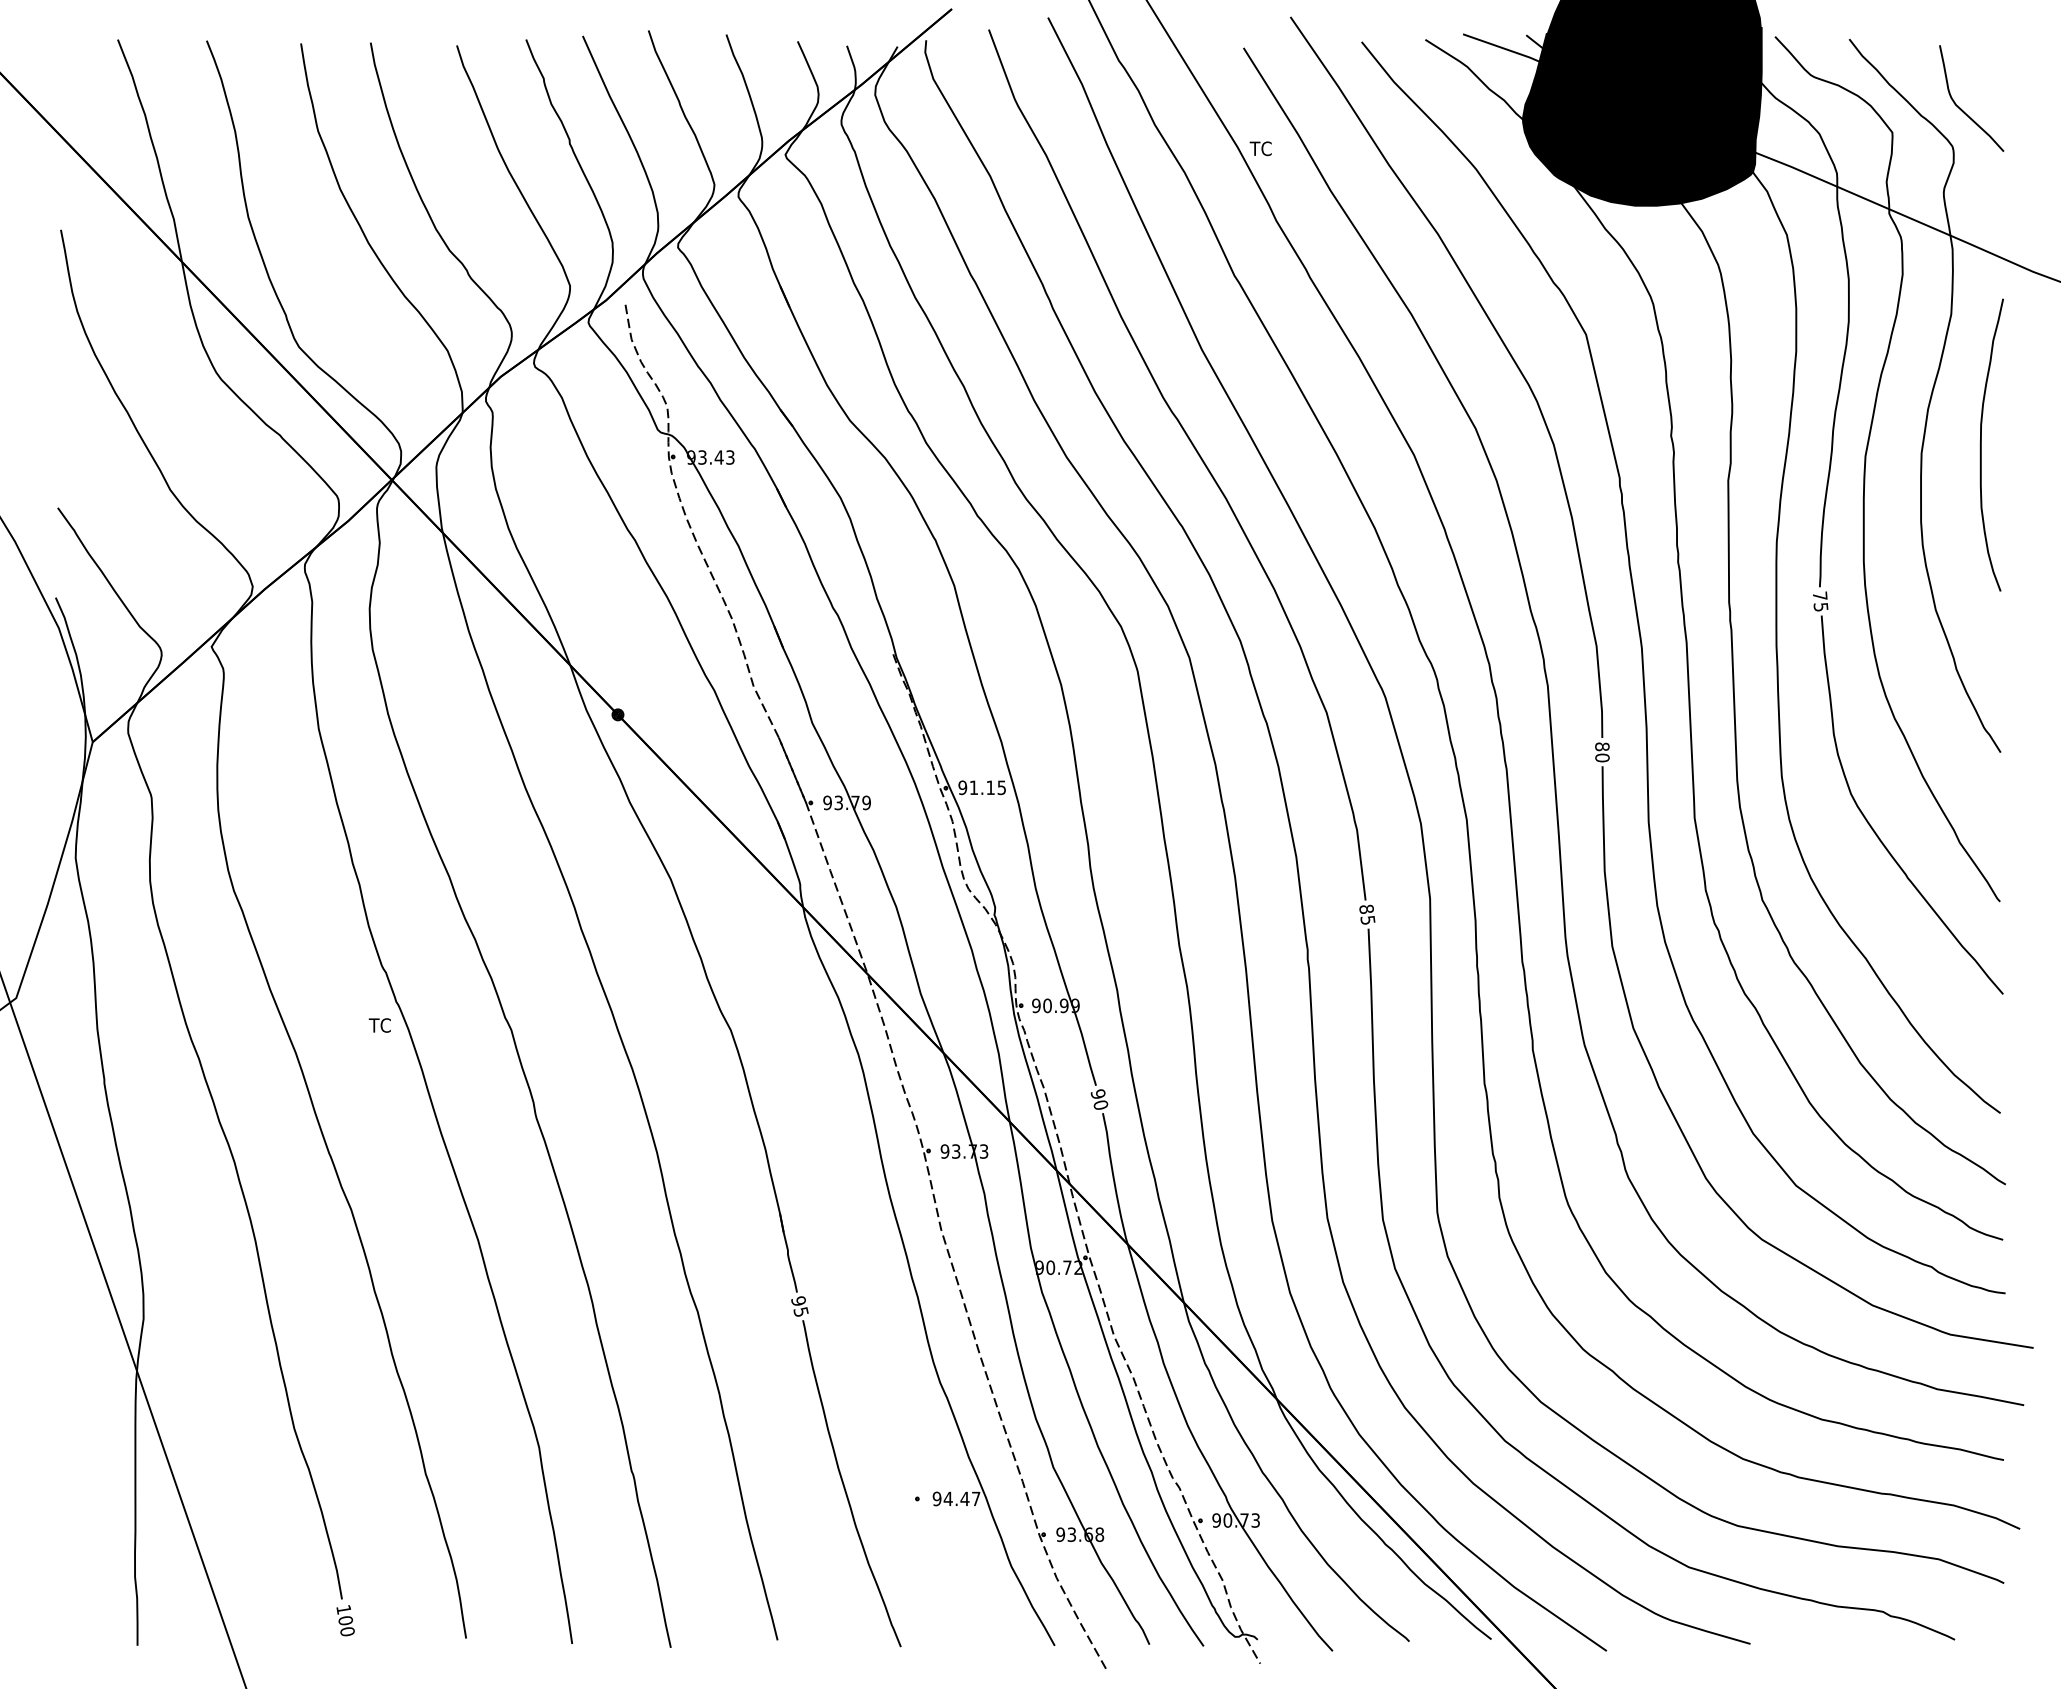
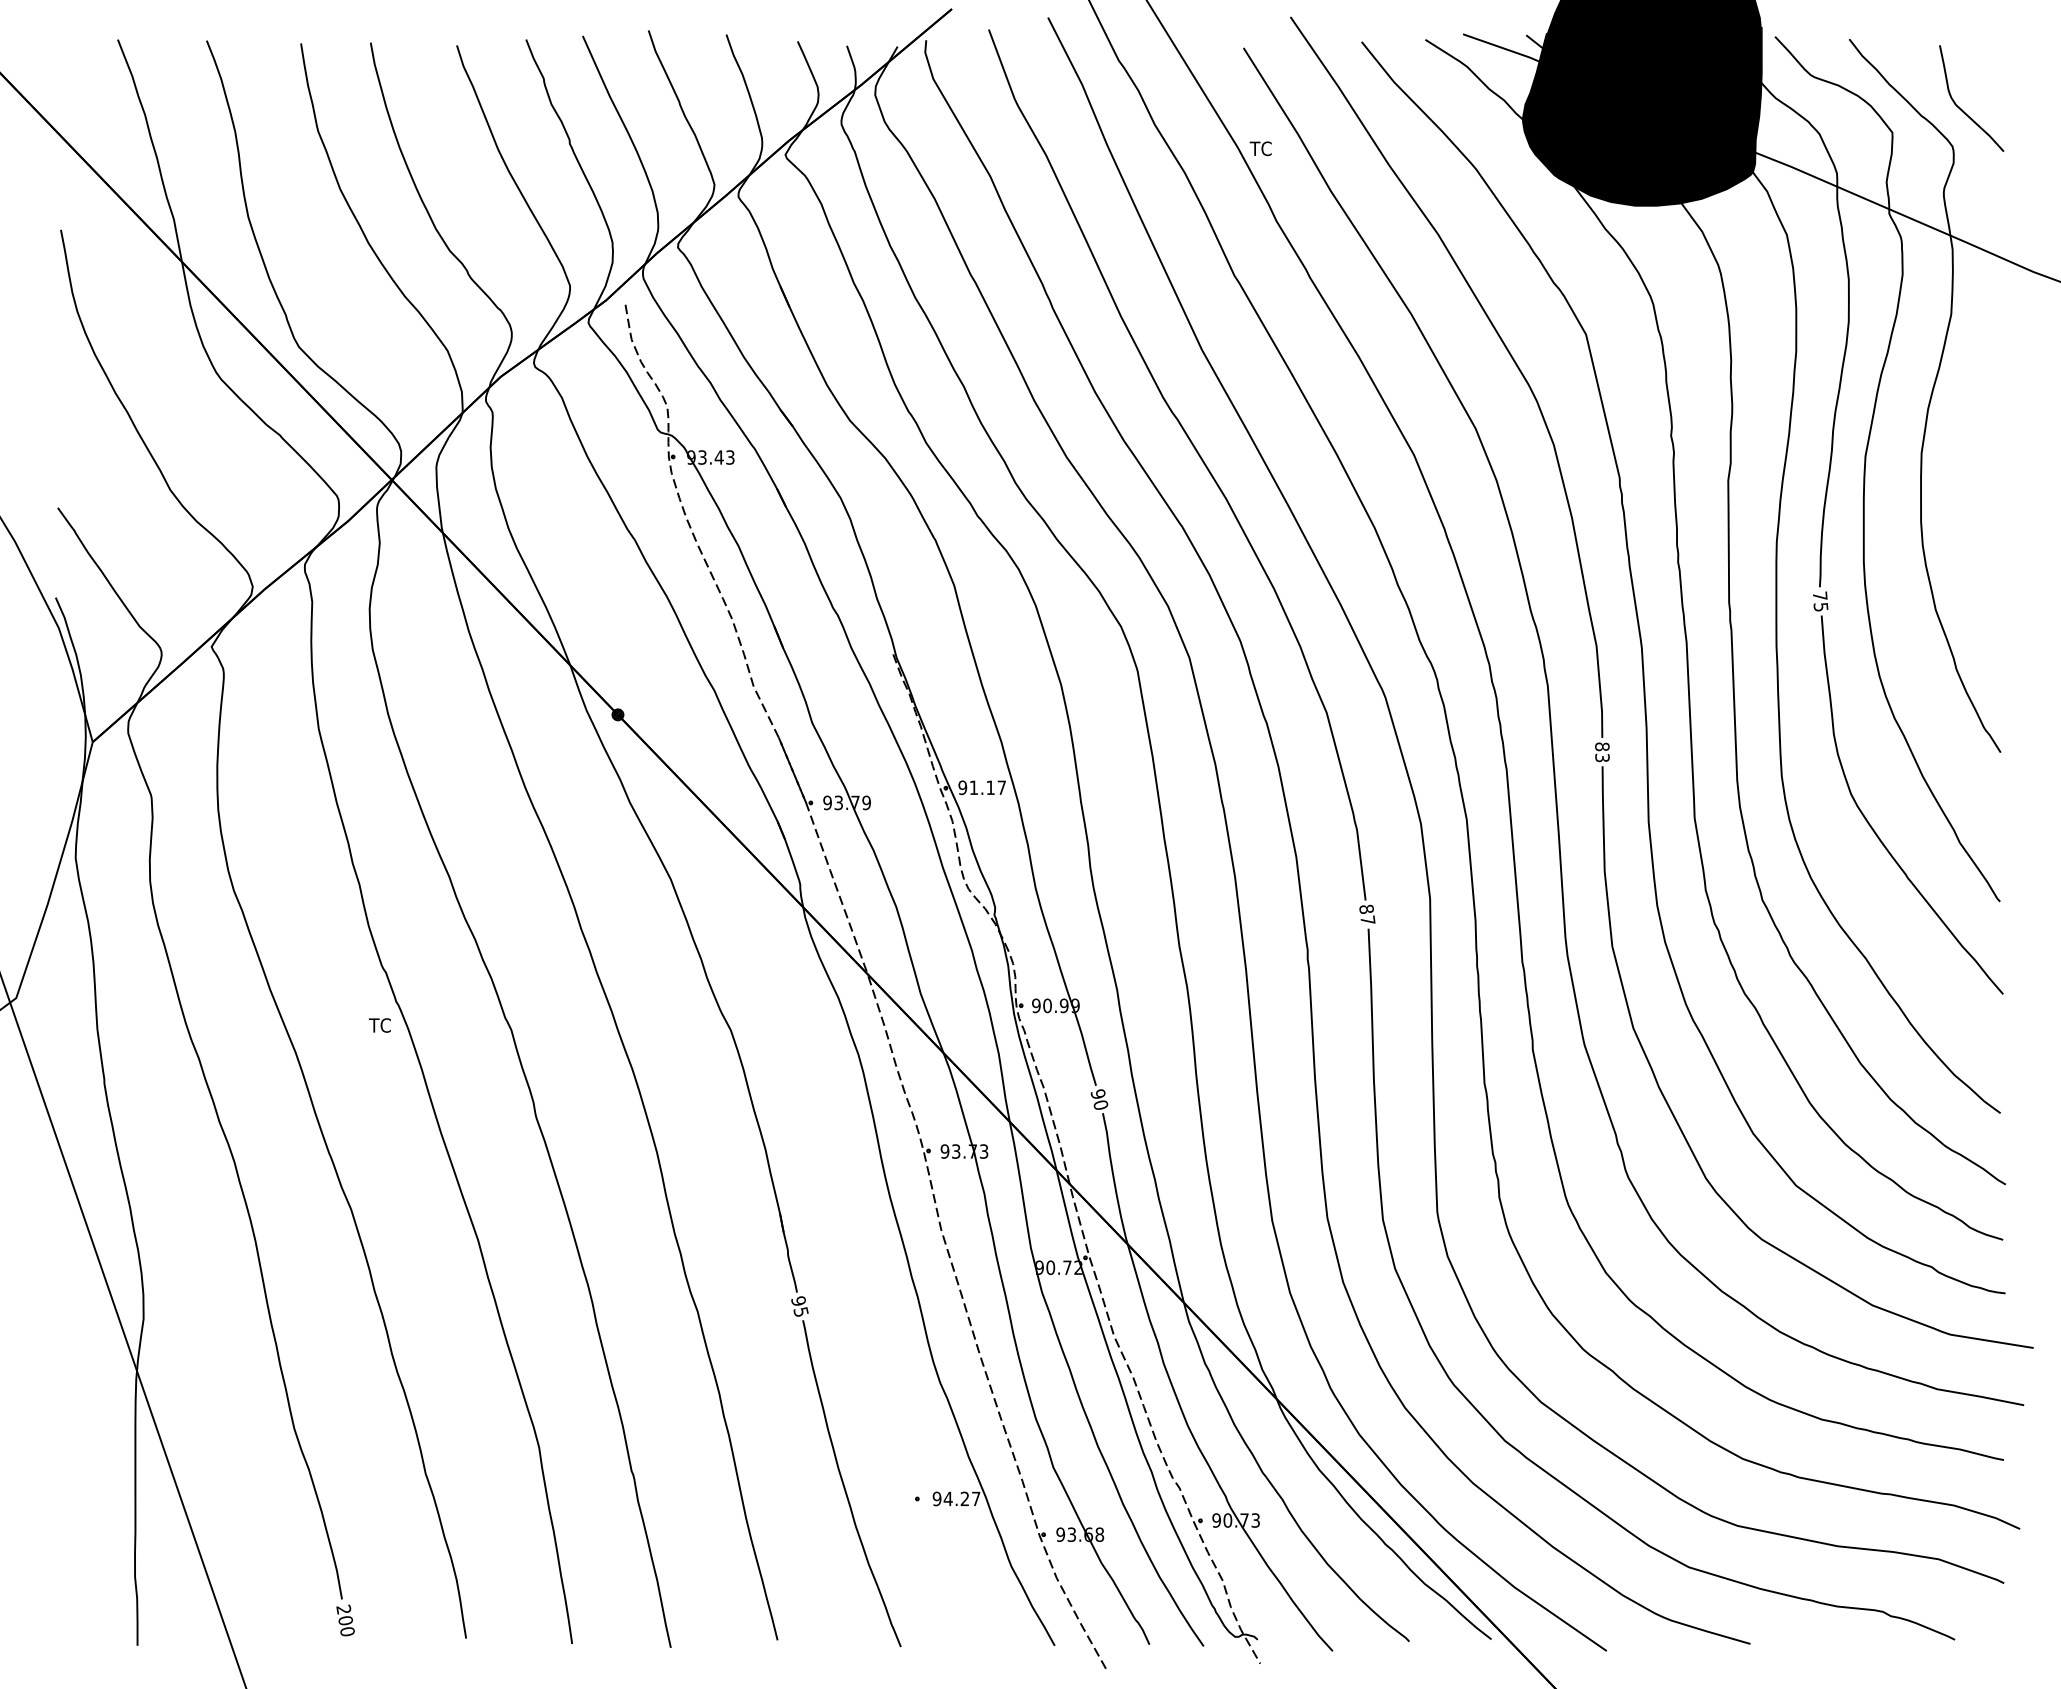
curve at (1981, 444): present -> none
text at (1602, 757): 80 -> 83
text at (1001, 787): 91.15 -> 91.17
text at (1367, 919): 85 -> 87
text at (964, 1498): 94.47 -> 94.27
text at (343, 1609): 100 -> 200
